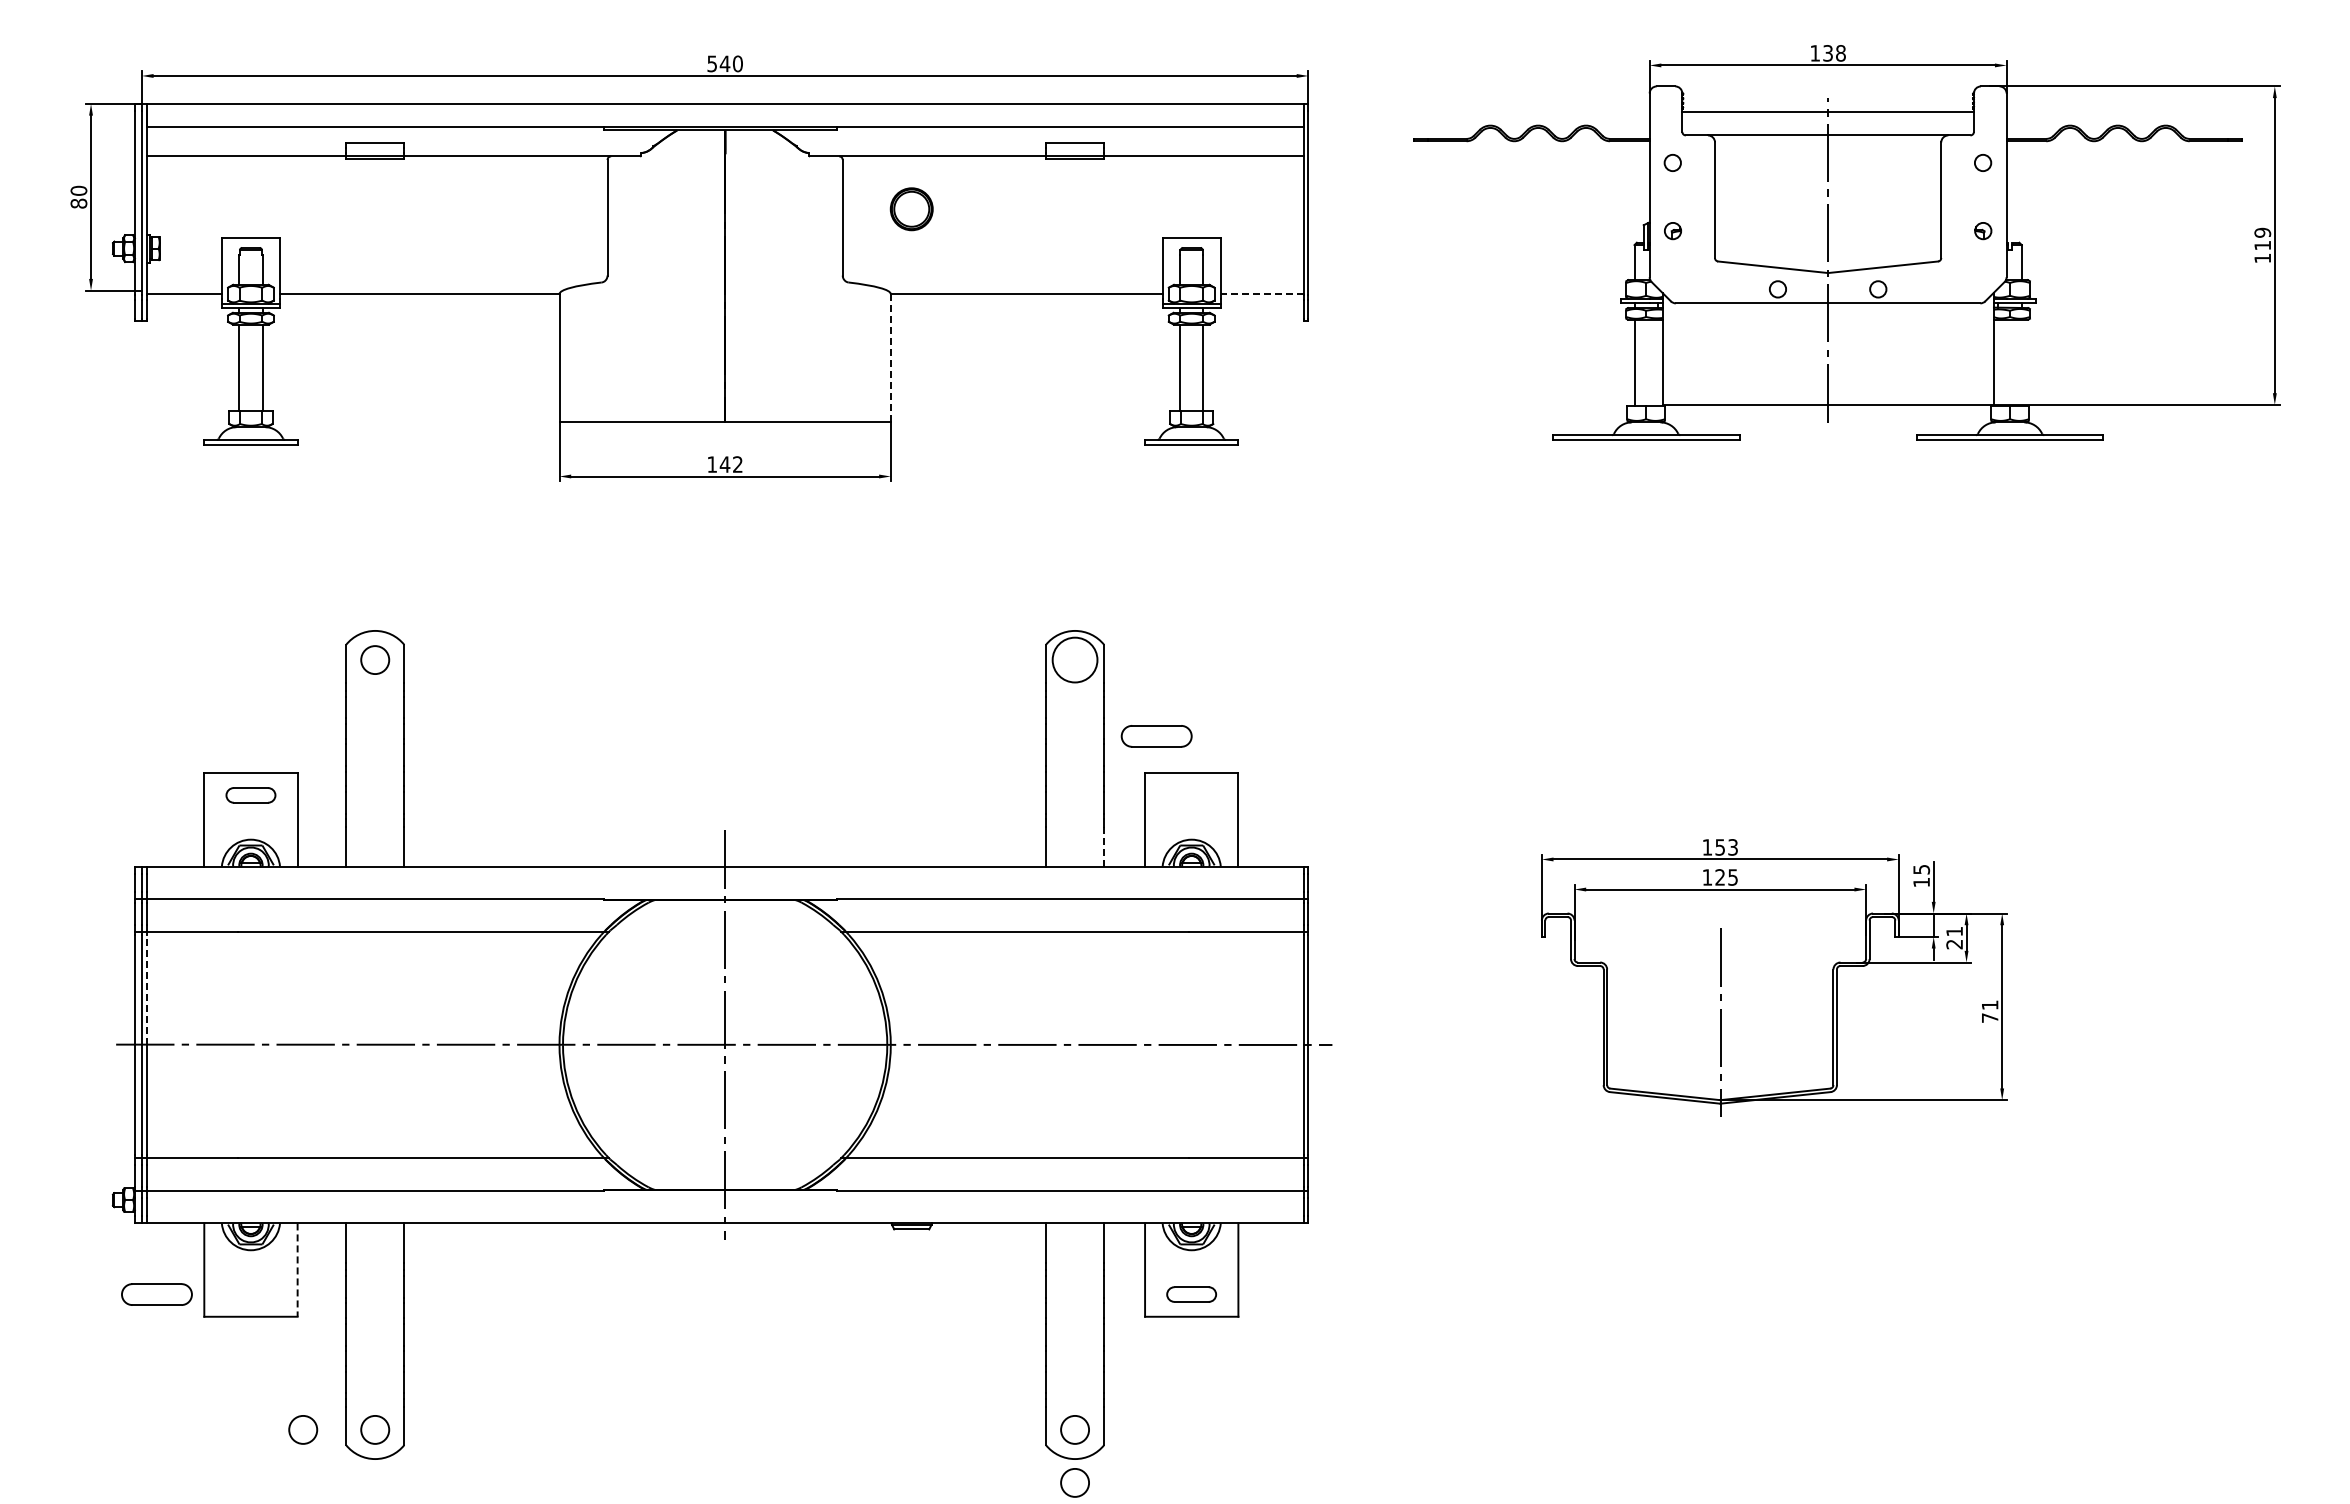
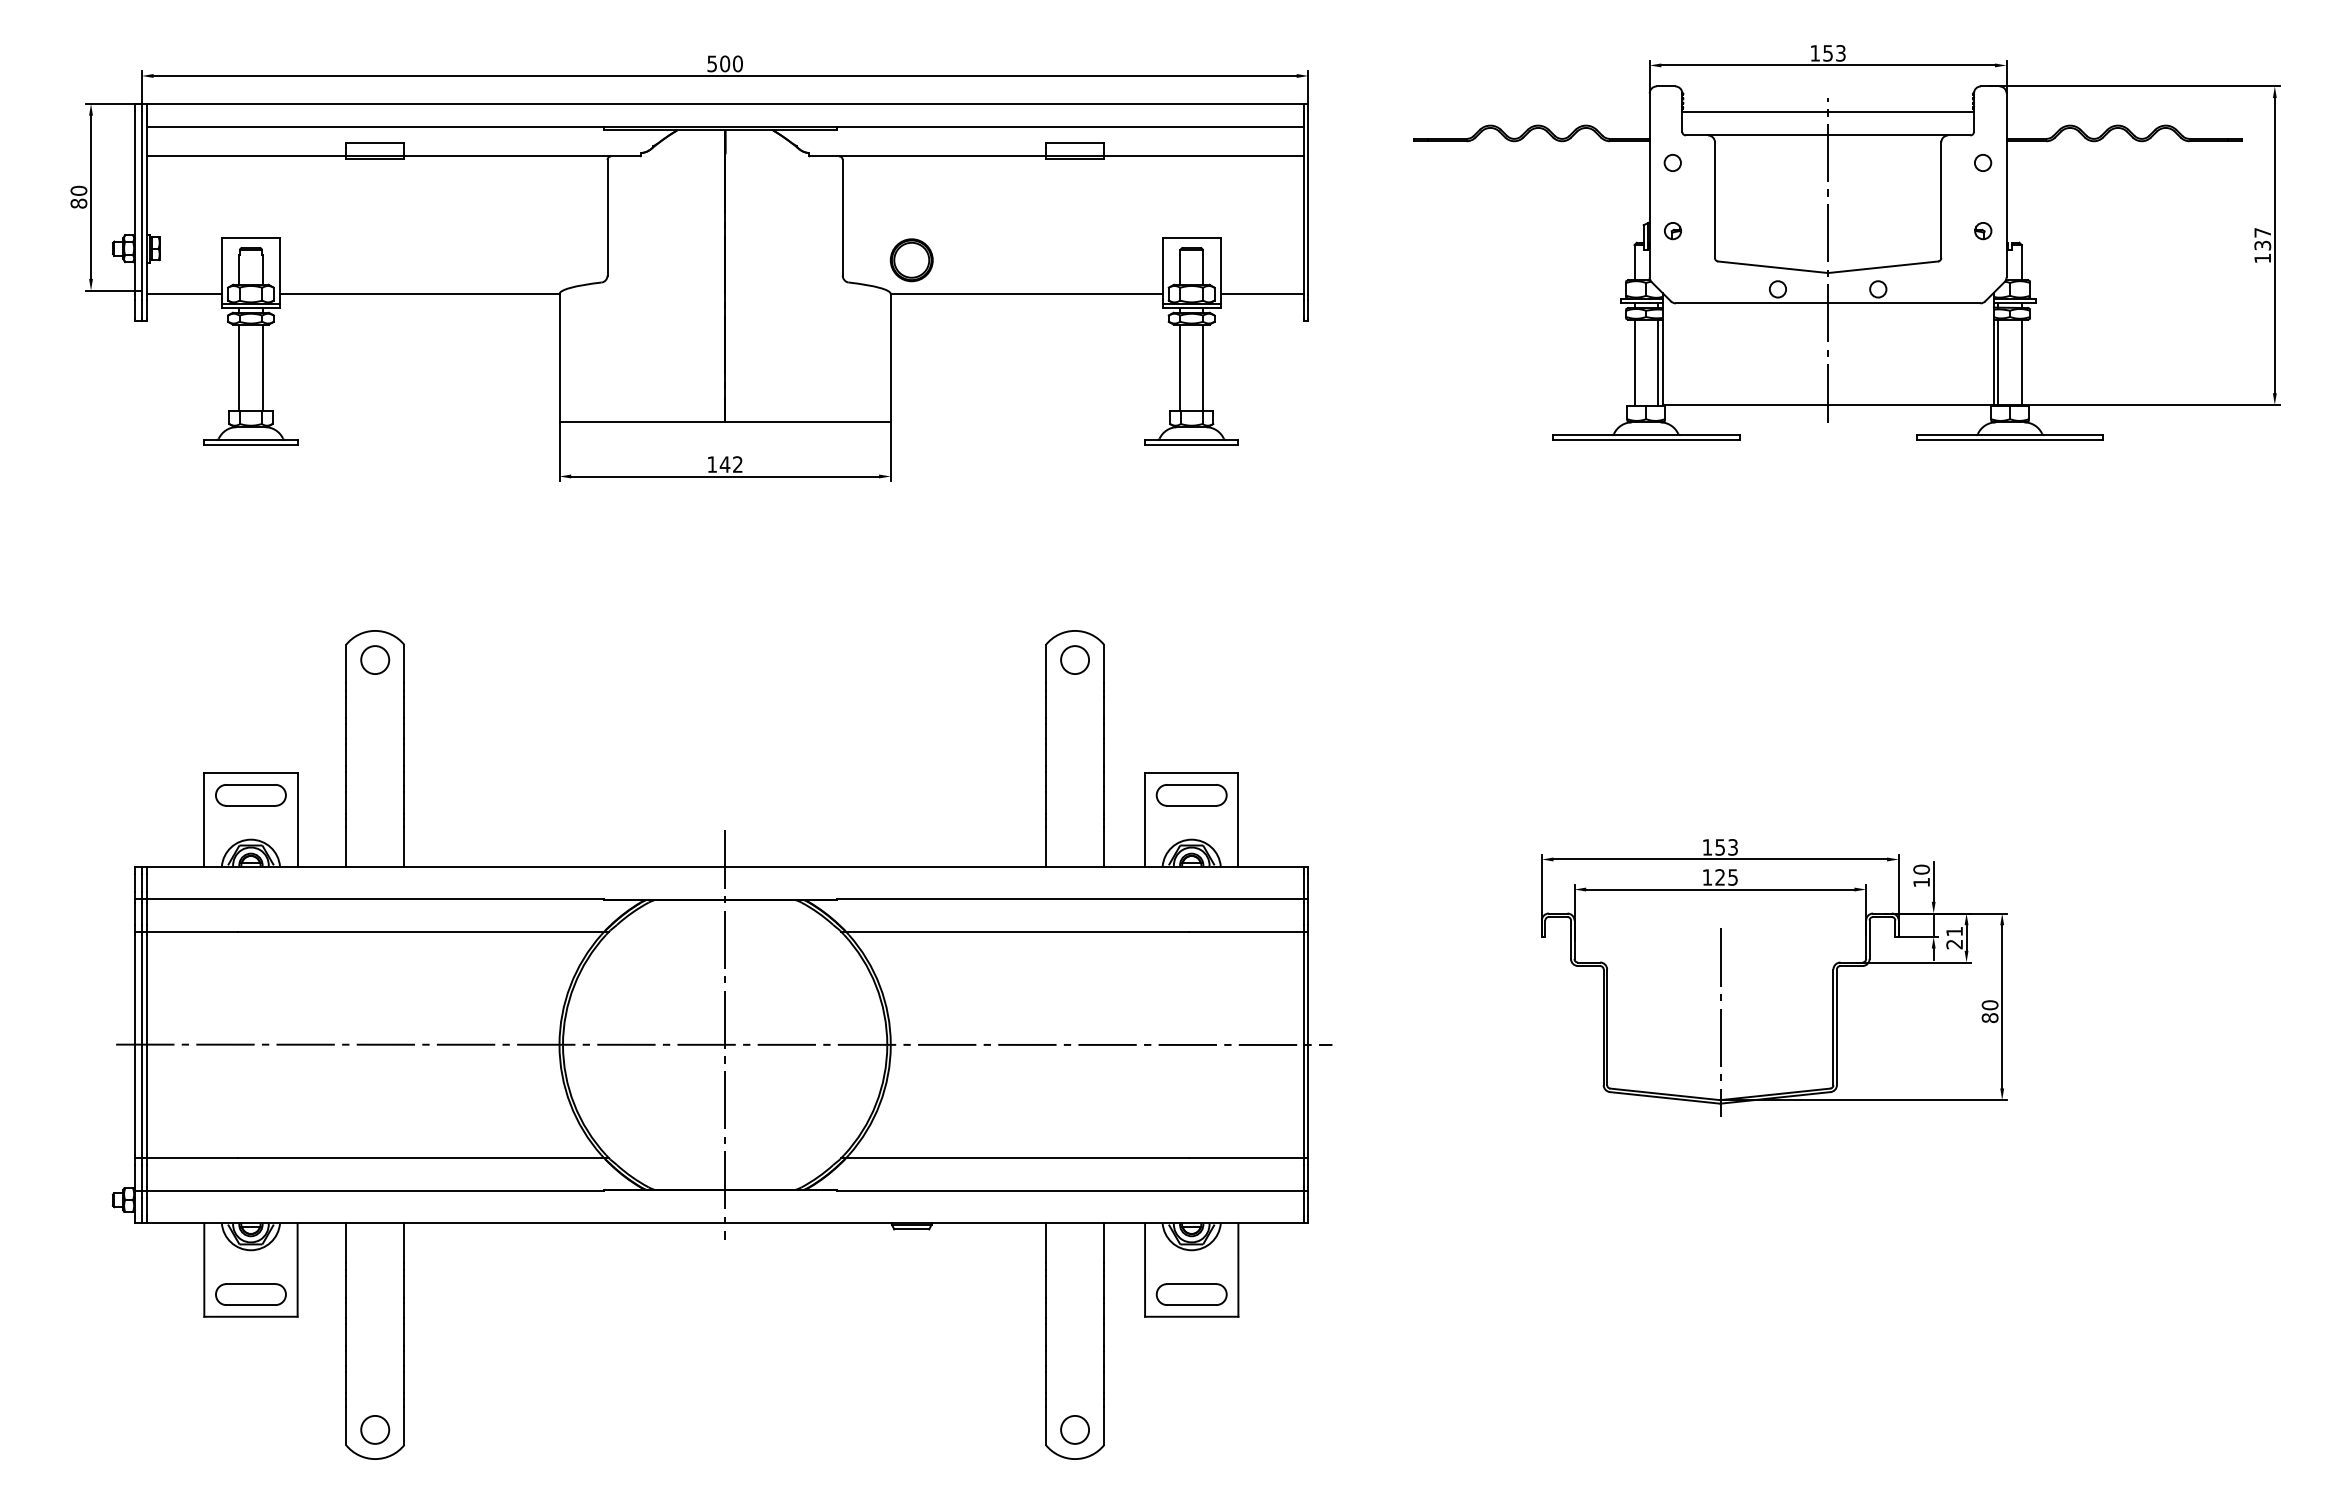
text at (1834, 53): 138 -> 153
text at (724, 63): 540 -> 500
part at (911, 209) position: (911, 209) -> (911, 260)
text at (2262, 238): 119 -> 137
line at (1261, 294): dashed -> solid
line at (890, 358): dashed -> solid
line at (1657, 362): none -> present
line at (1998, 362): none -> present
line at (2021, 362): none -> present
circle at (1074, 659) diameter: 45 px -> 28 px
part at (1156, 736) position: (1156, 736) -> (1191, 795)
part at (250, 795) size: 52x17 px -> 72x23 px
line at (1104, 846): dashed -> solid
text at (1921, 869): 15 -> 10
line at (146, 989): dashed -> solid
text at (1989, 1011): 71 -> 80
line at (297, 1270): dashed -> solid
part at (156, 1294) position: (156, 1294) -> (250, 1294)
part at (1191, 1294) size: 51x17 px -> 73x23 px
circle at (303, 1429): present -> none
circle at (1074, 1482): present -> none
